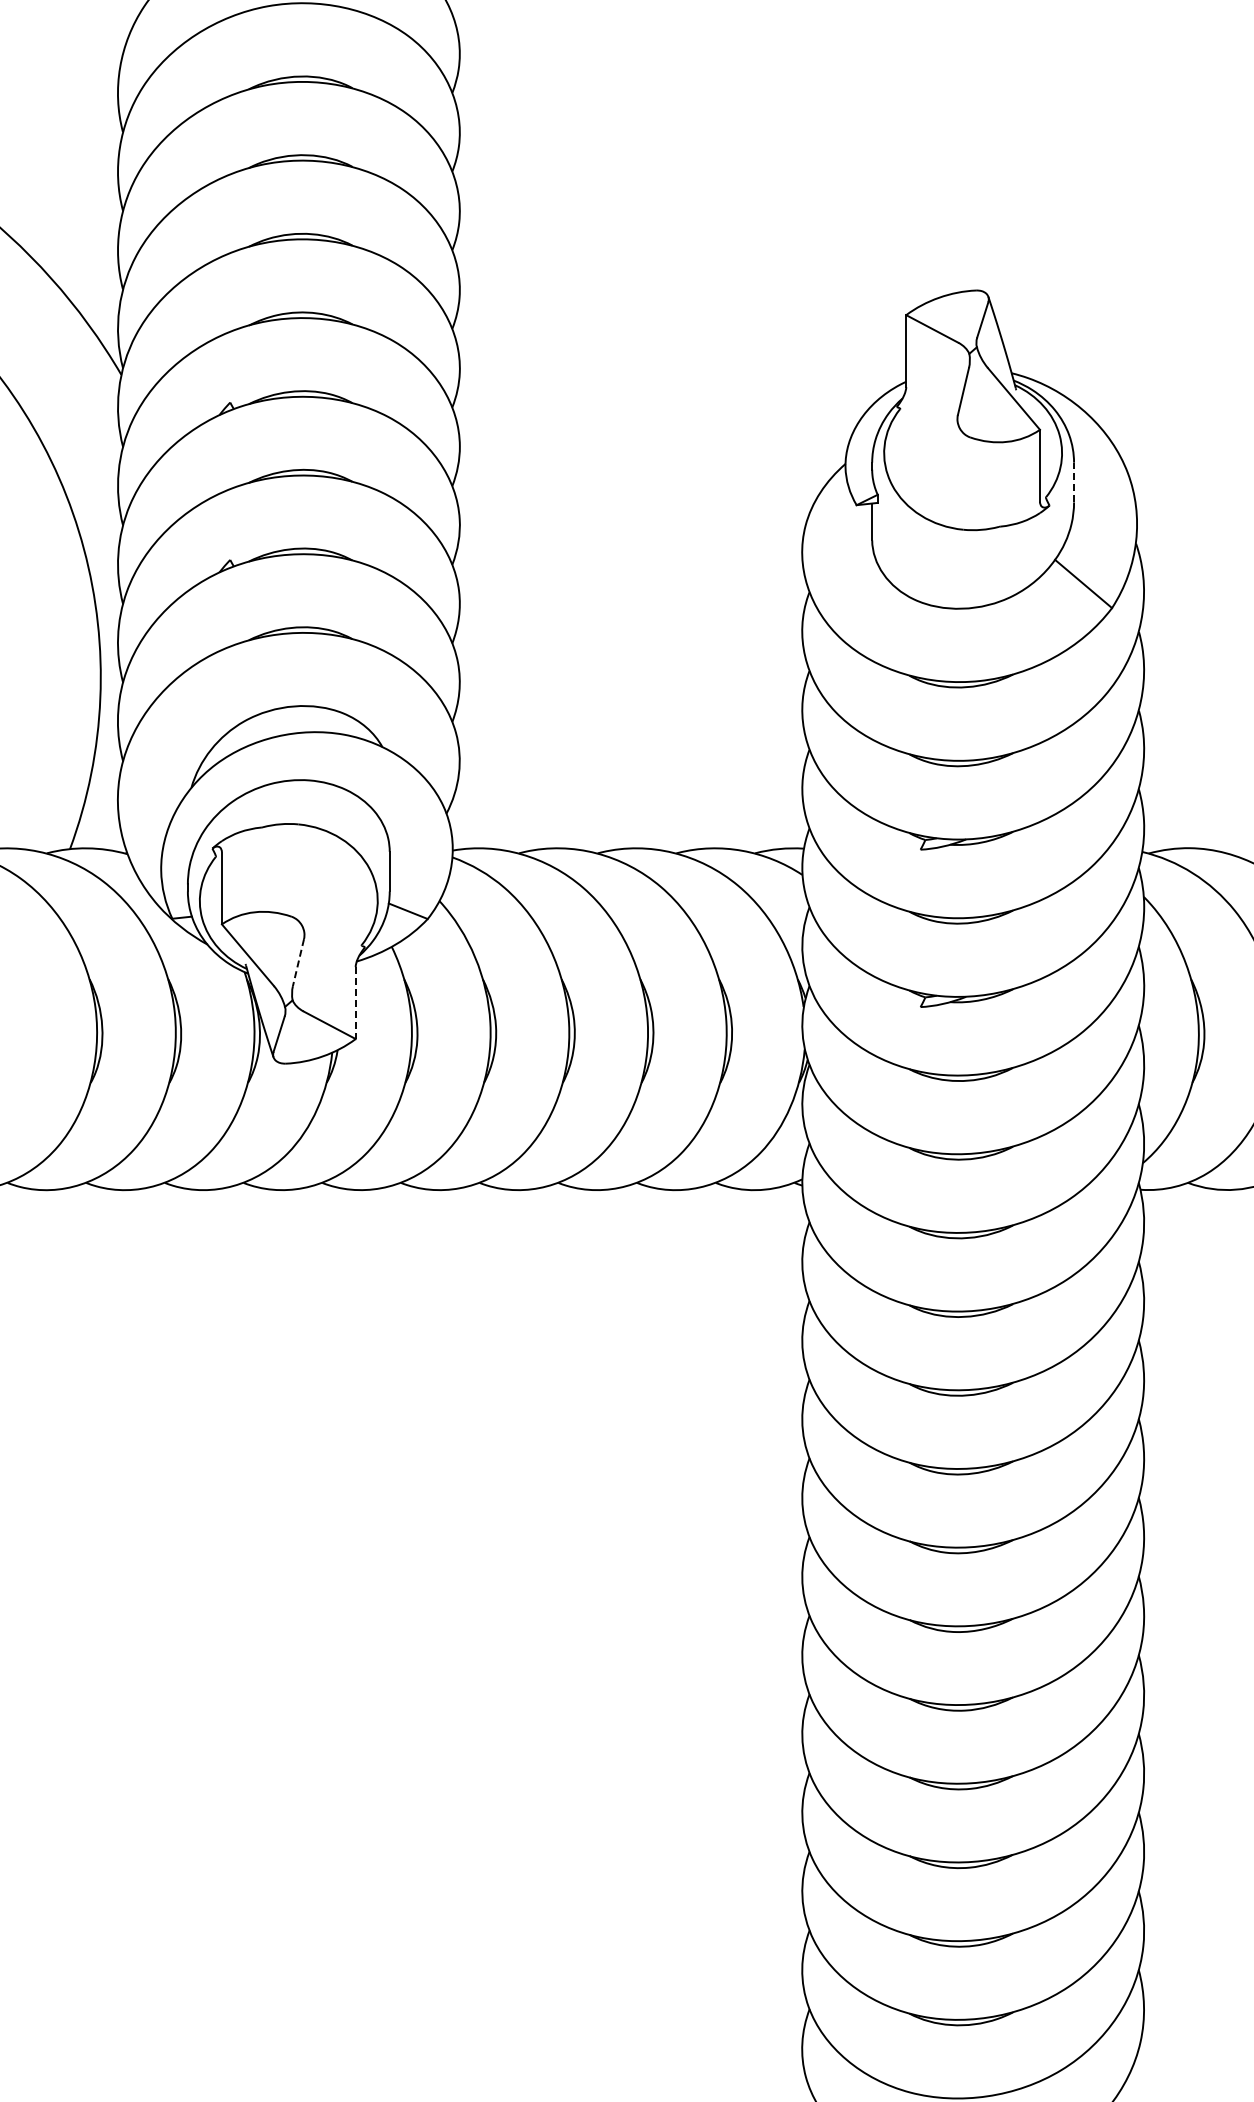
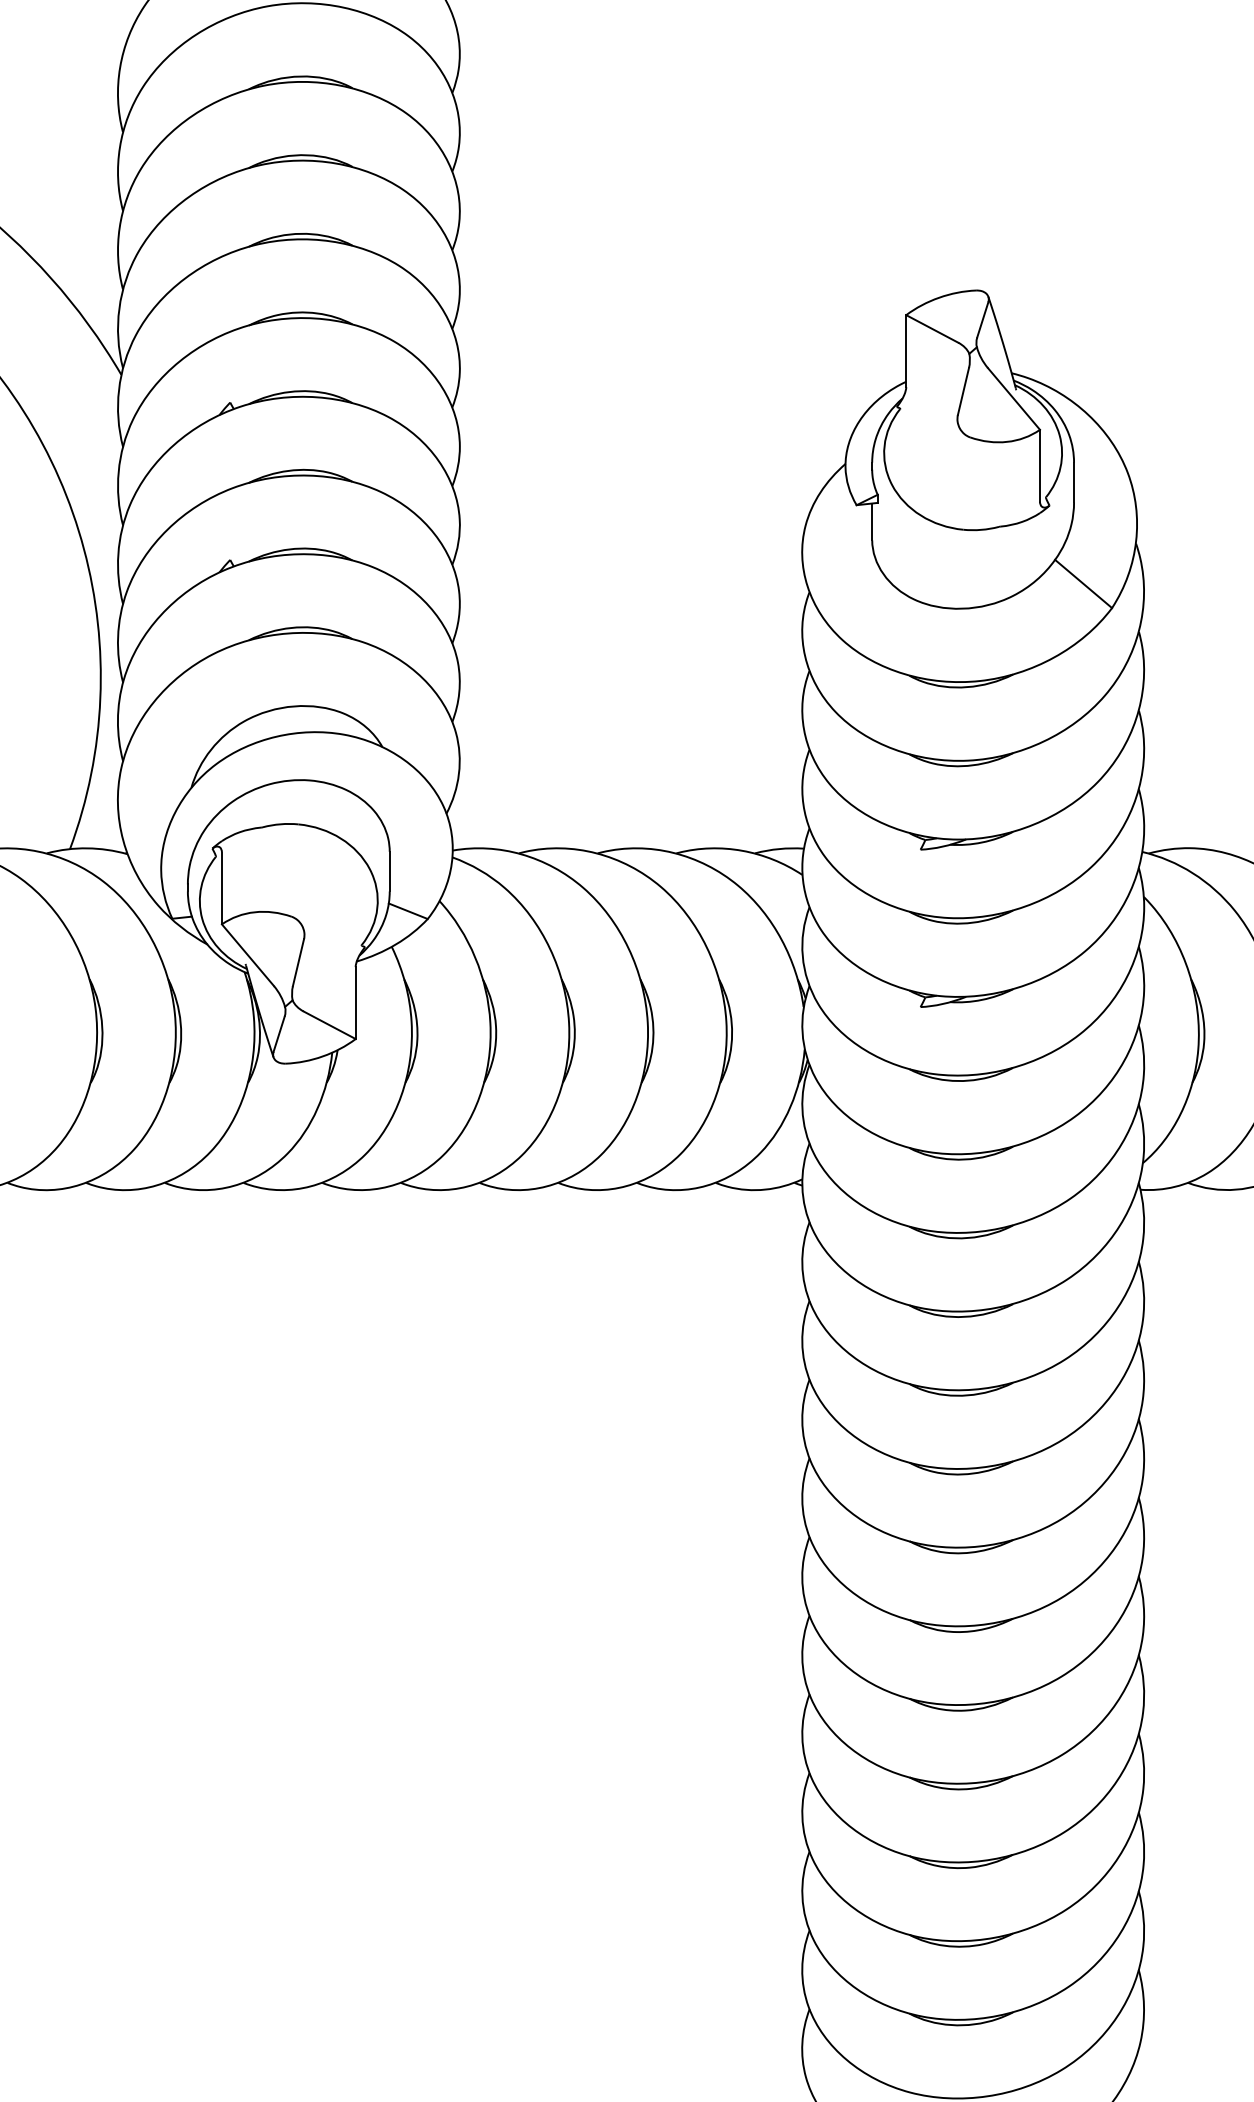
line at (1074, 482): dashed -> solid
line at (298, 963): dashed -> solid
line at (355, 1003): dashed -> solid
